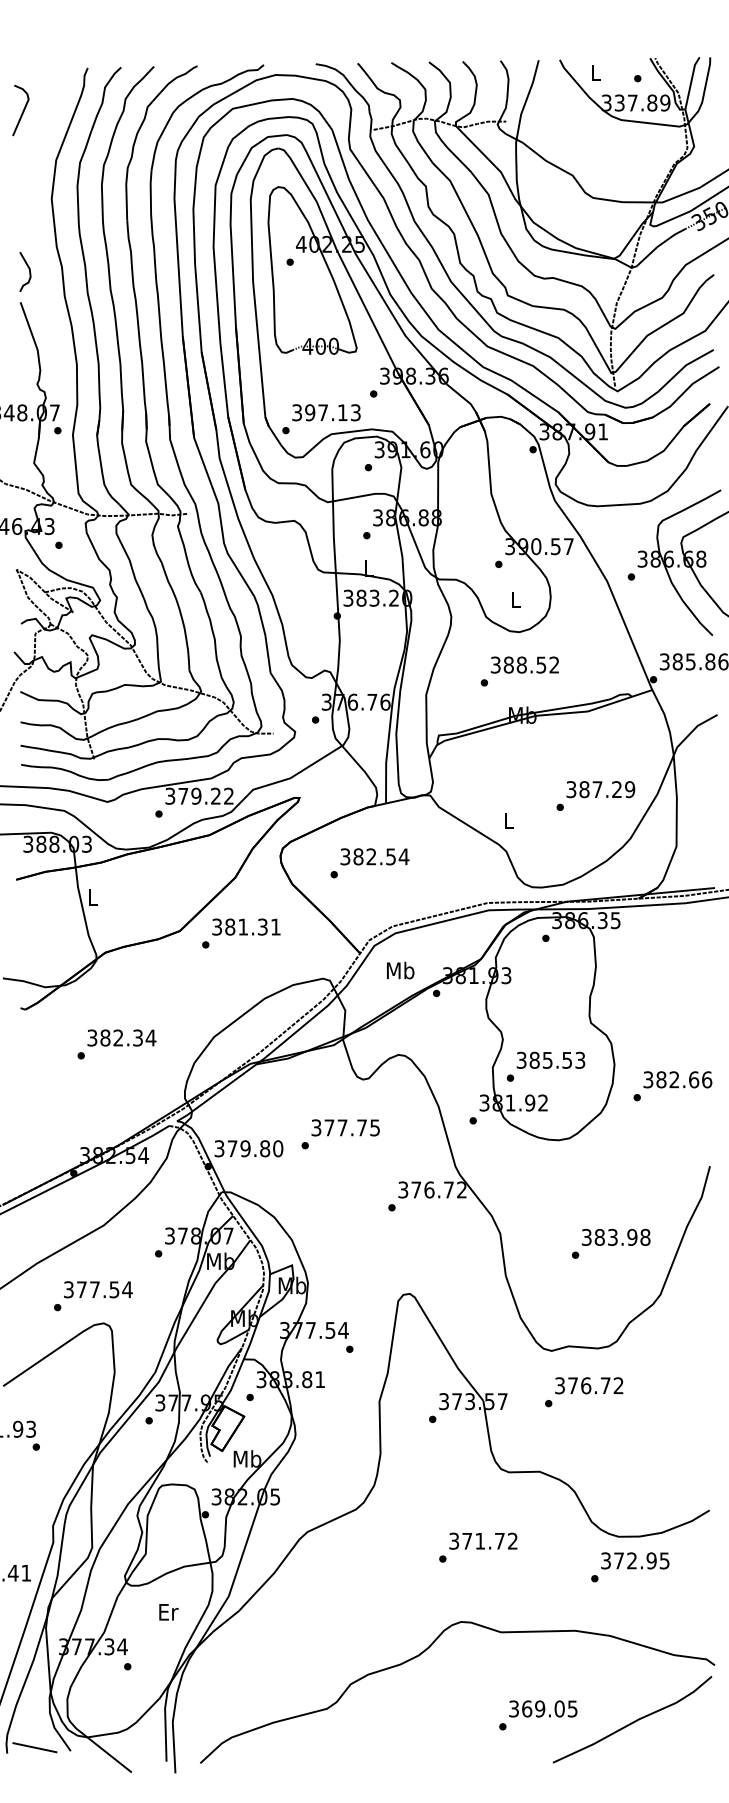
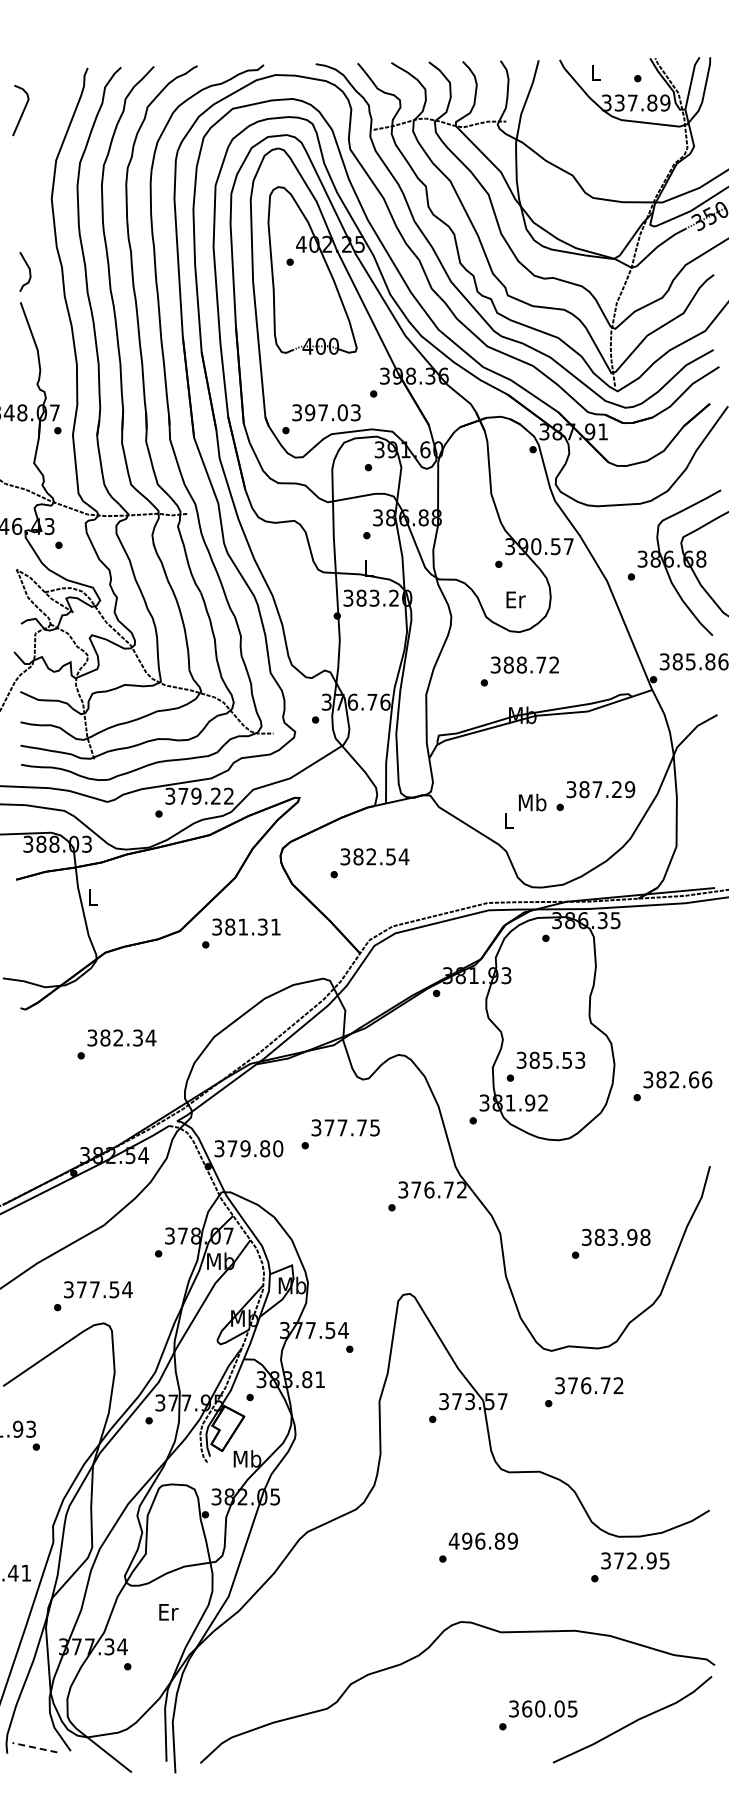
text at (342, 412): 397.13 -> 397.03
text at (515, 599): L -> Er
text at (541, 664): 388.52 -> 388.72
text at (400, 970) position: (400, 970) -> (532, 802)
text at (482, 1540): 371.72 -> 496.89
text at (540, 1708): 369.05 -> 360.05
line at (34, 1747): solid -> dashed
